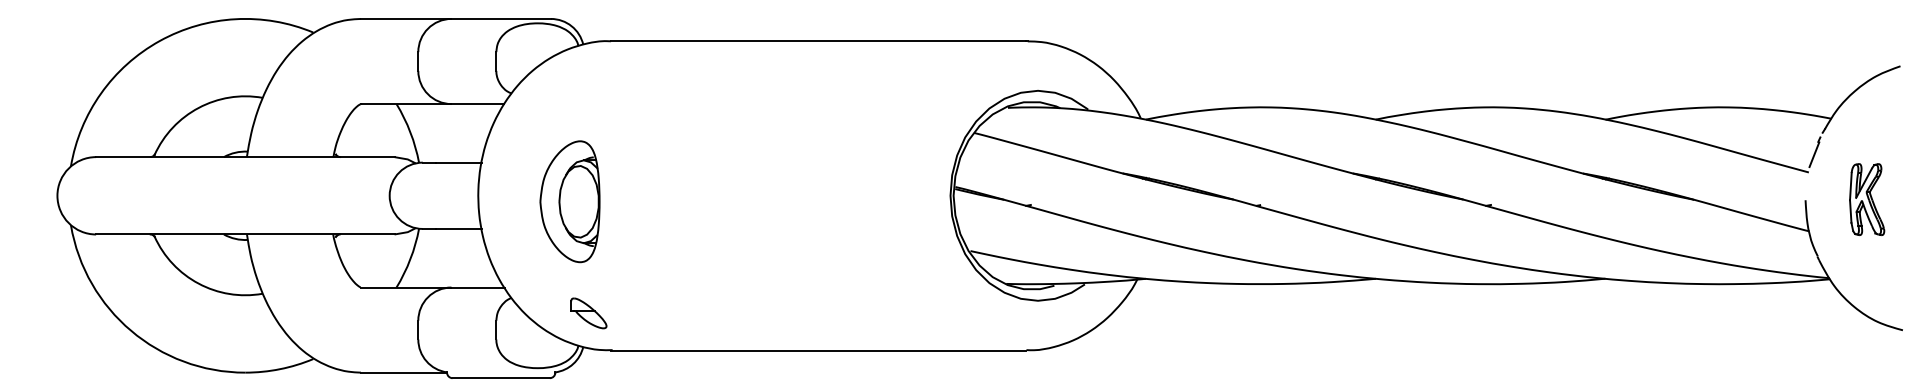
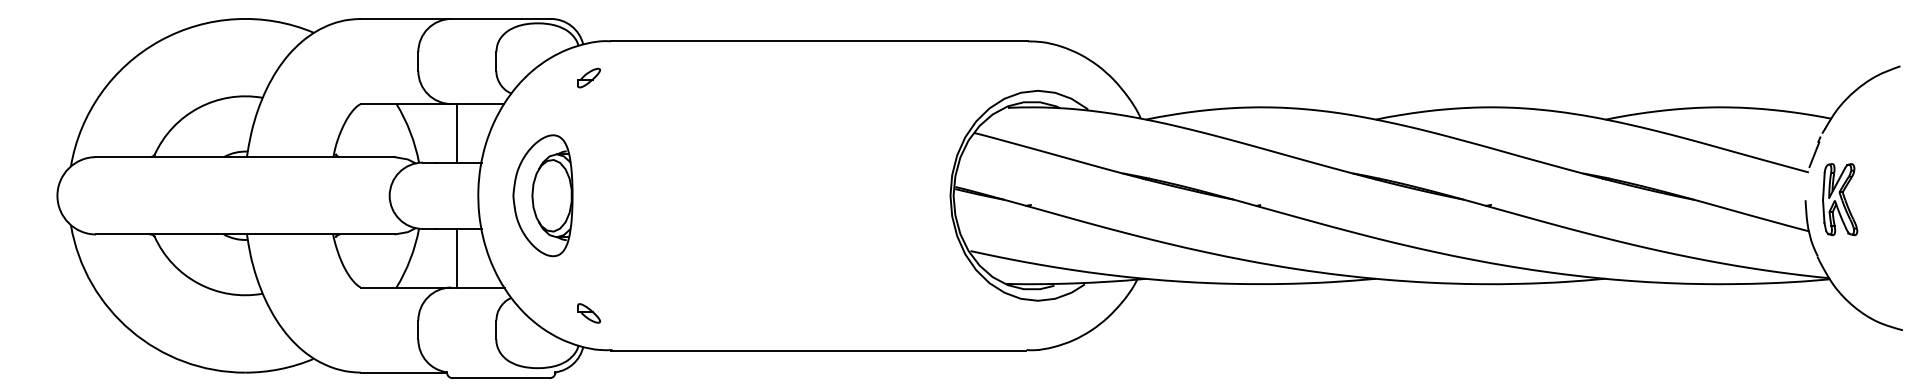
part at (588, 77): none -> present
line at (457, 133): none -> present
part at (1867, 199) position: (1867, 199) -> (1840, 199)
part at (569, 201) position: (569, 201) -> (542, 195)
line at (457, 257): none -> present
part at (588, 313) size: 38x33 px -> 25x21 px
